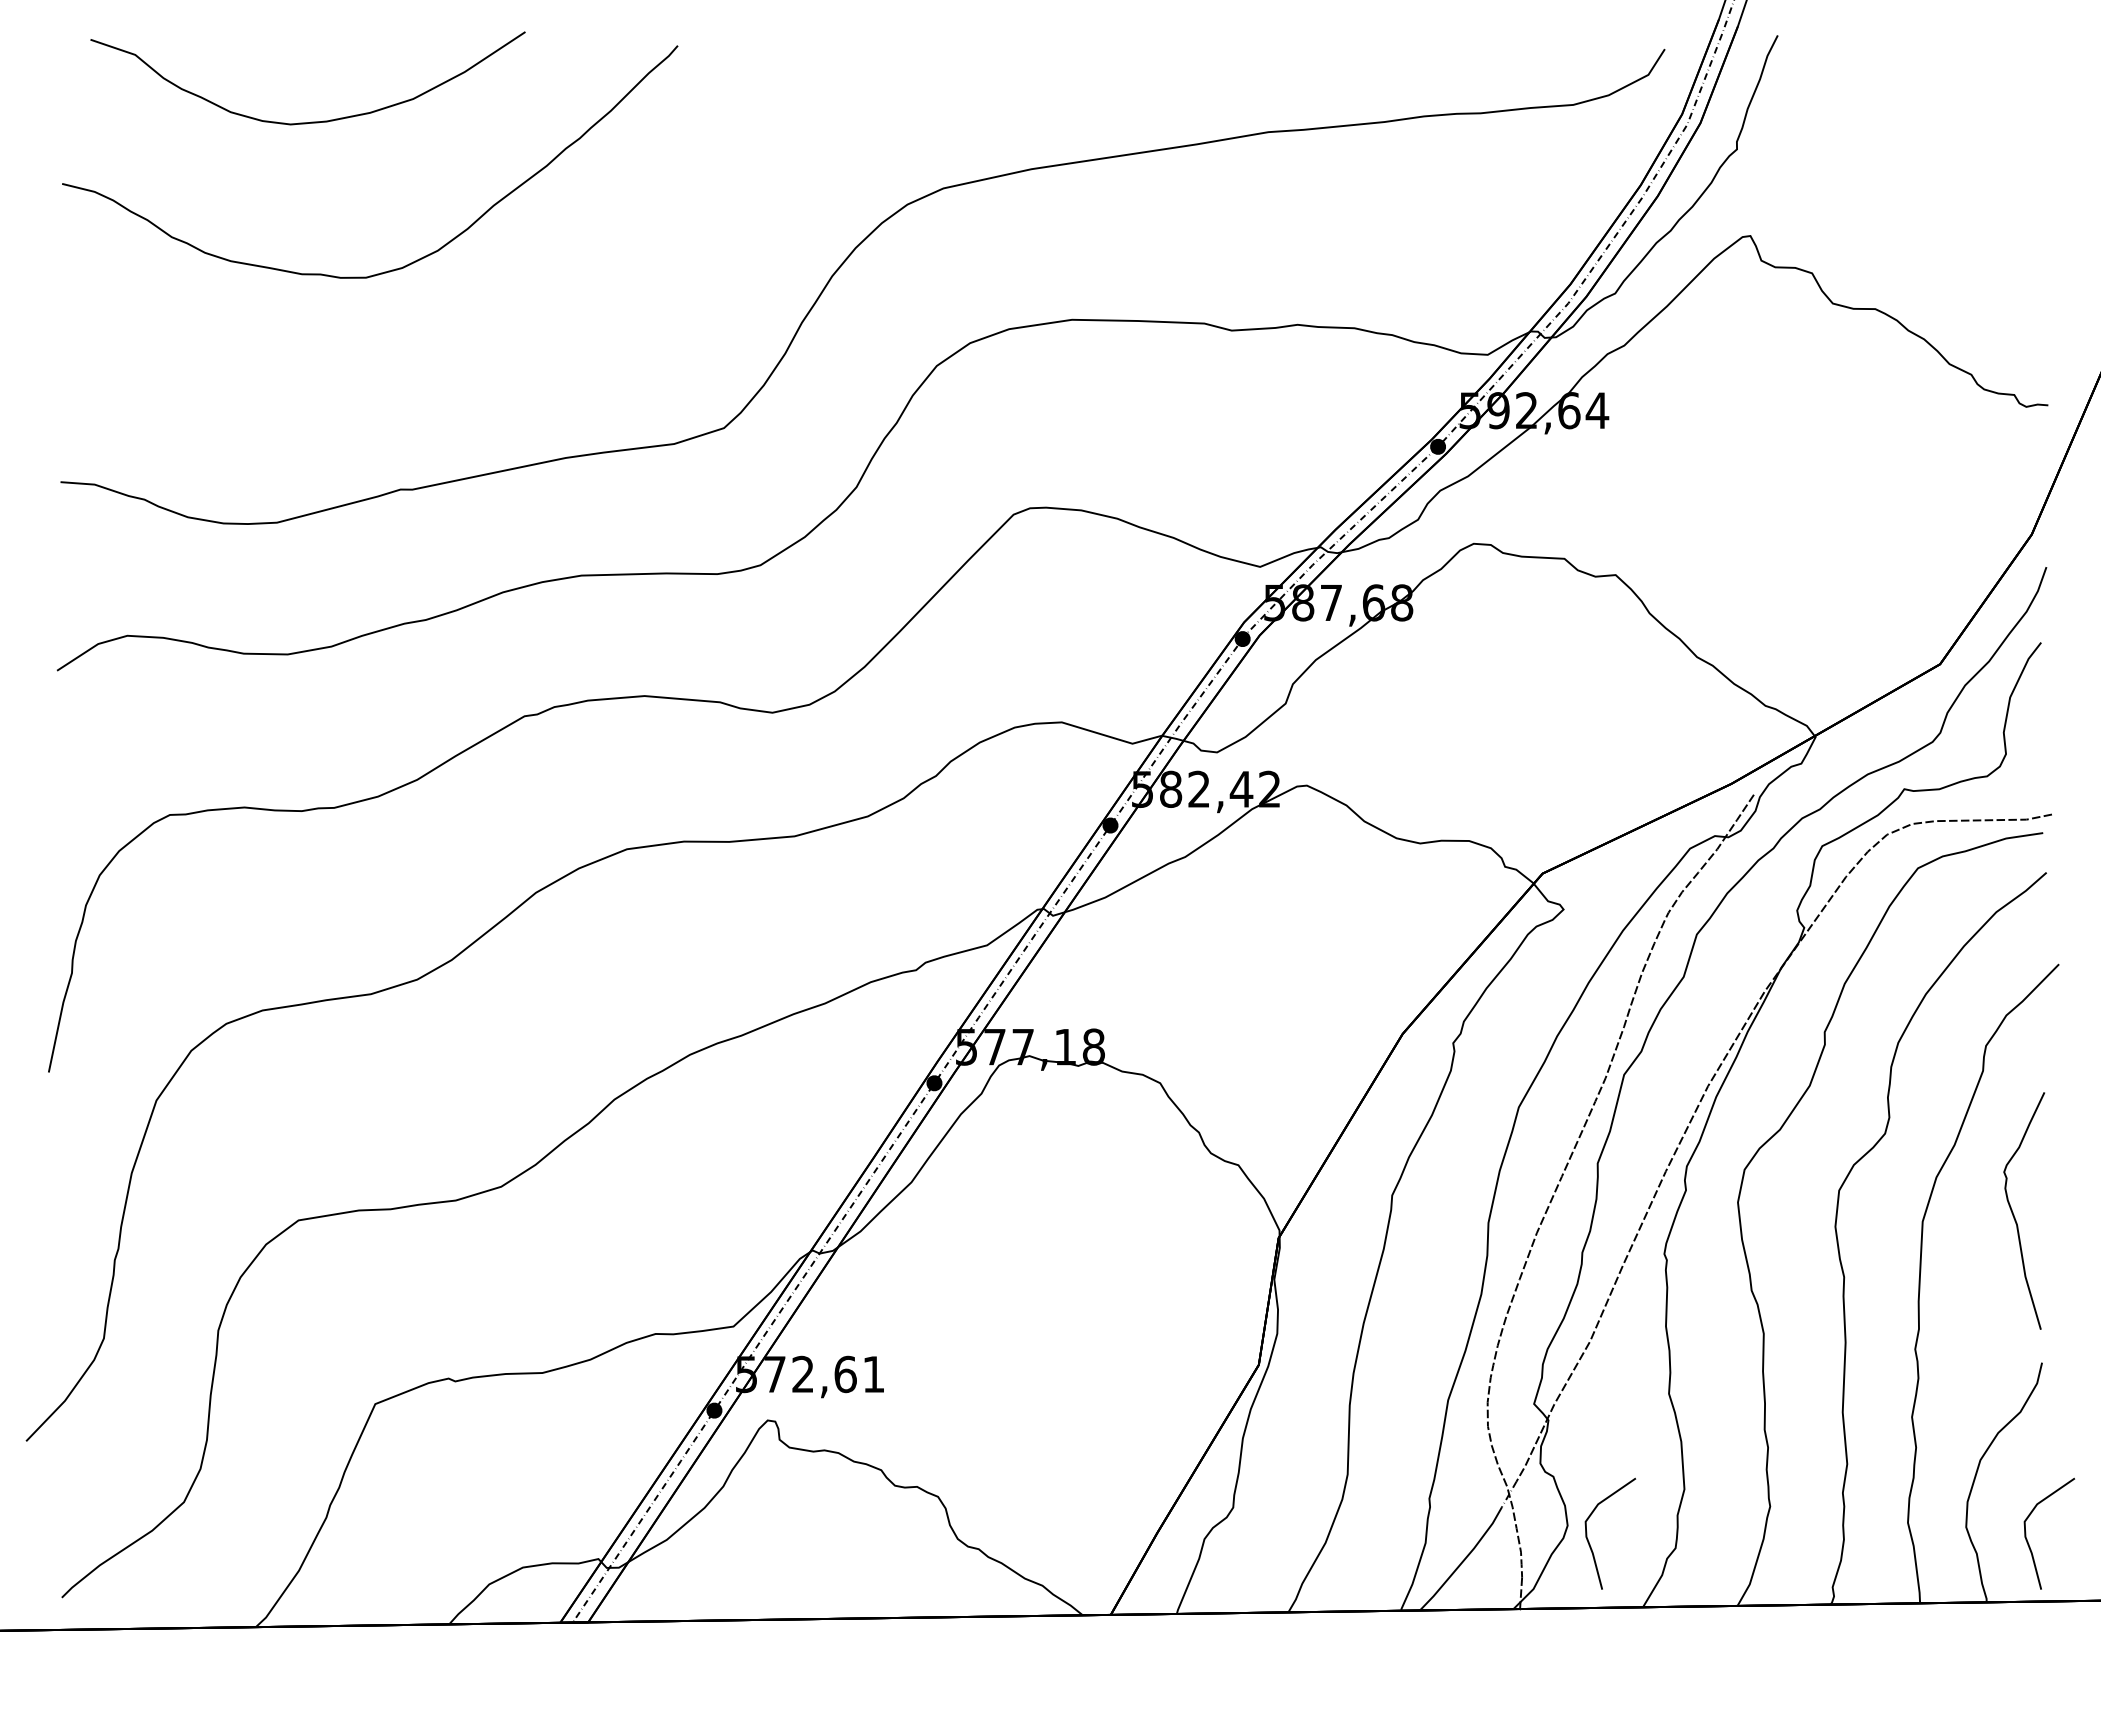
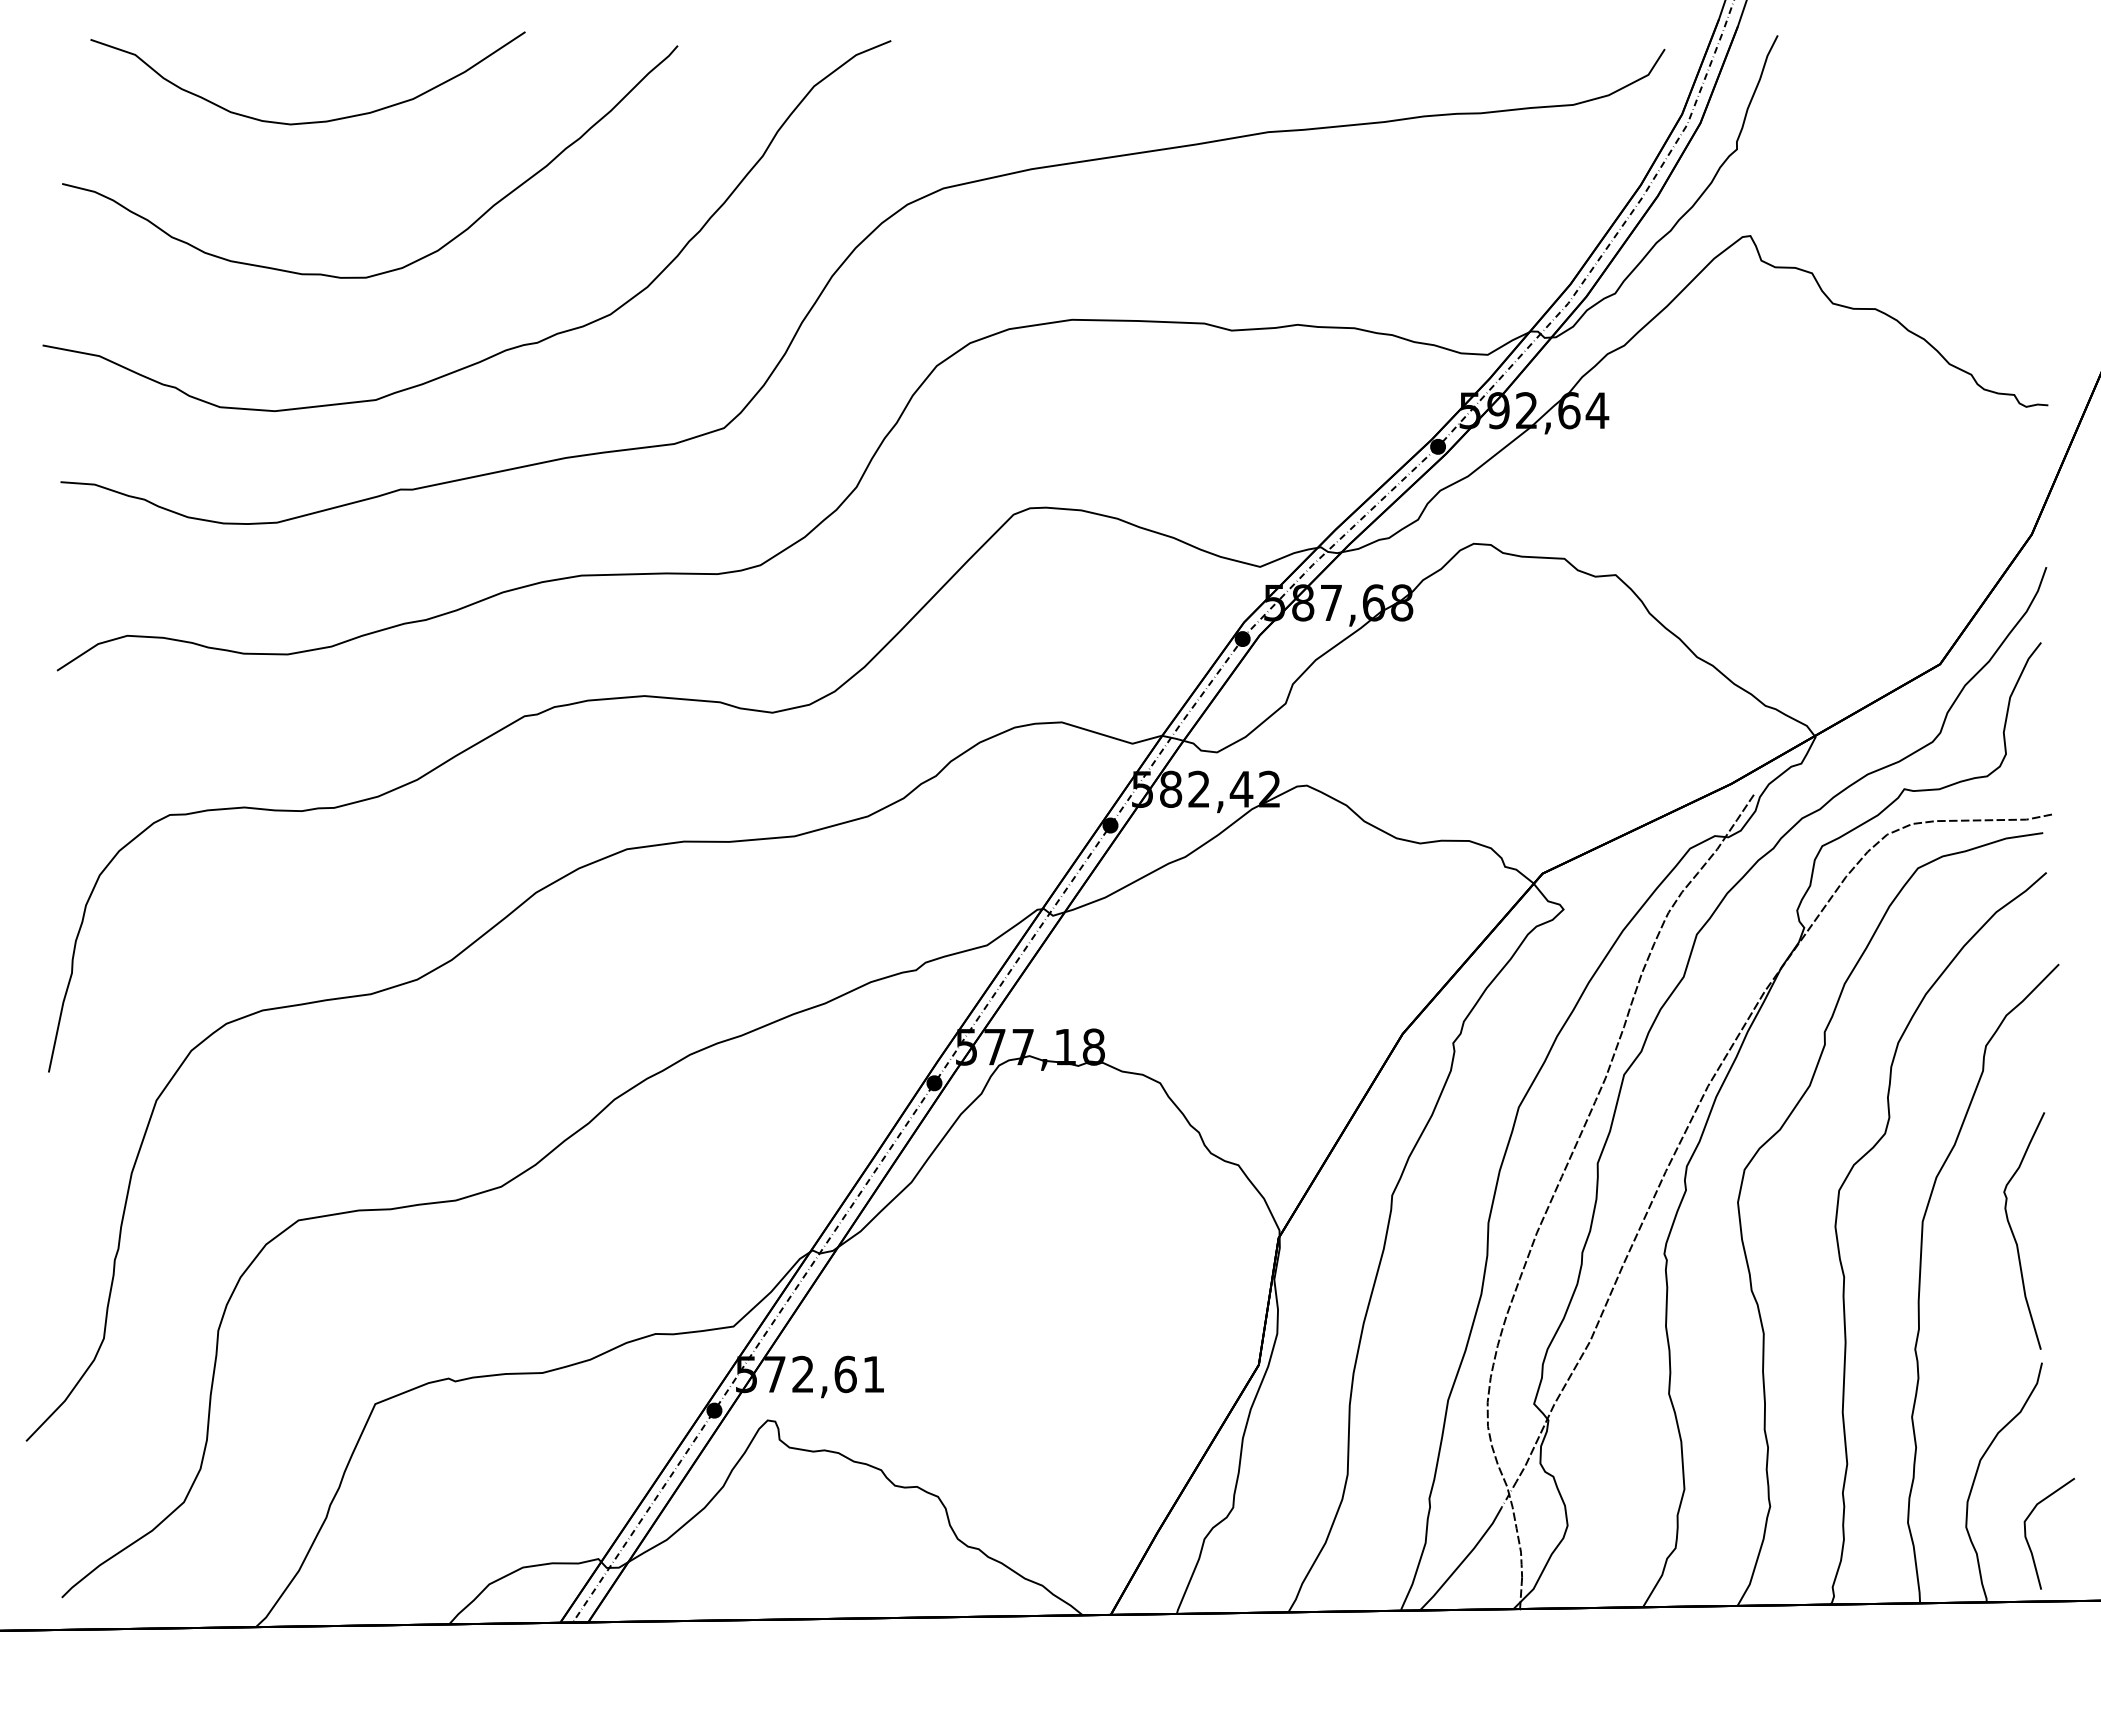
curve at (508, 348): none -> present
curve at (2014, 1214) position: (2014, 1214) -> (2014, 1234)
curve at (1589, 1541): present -> none
